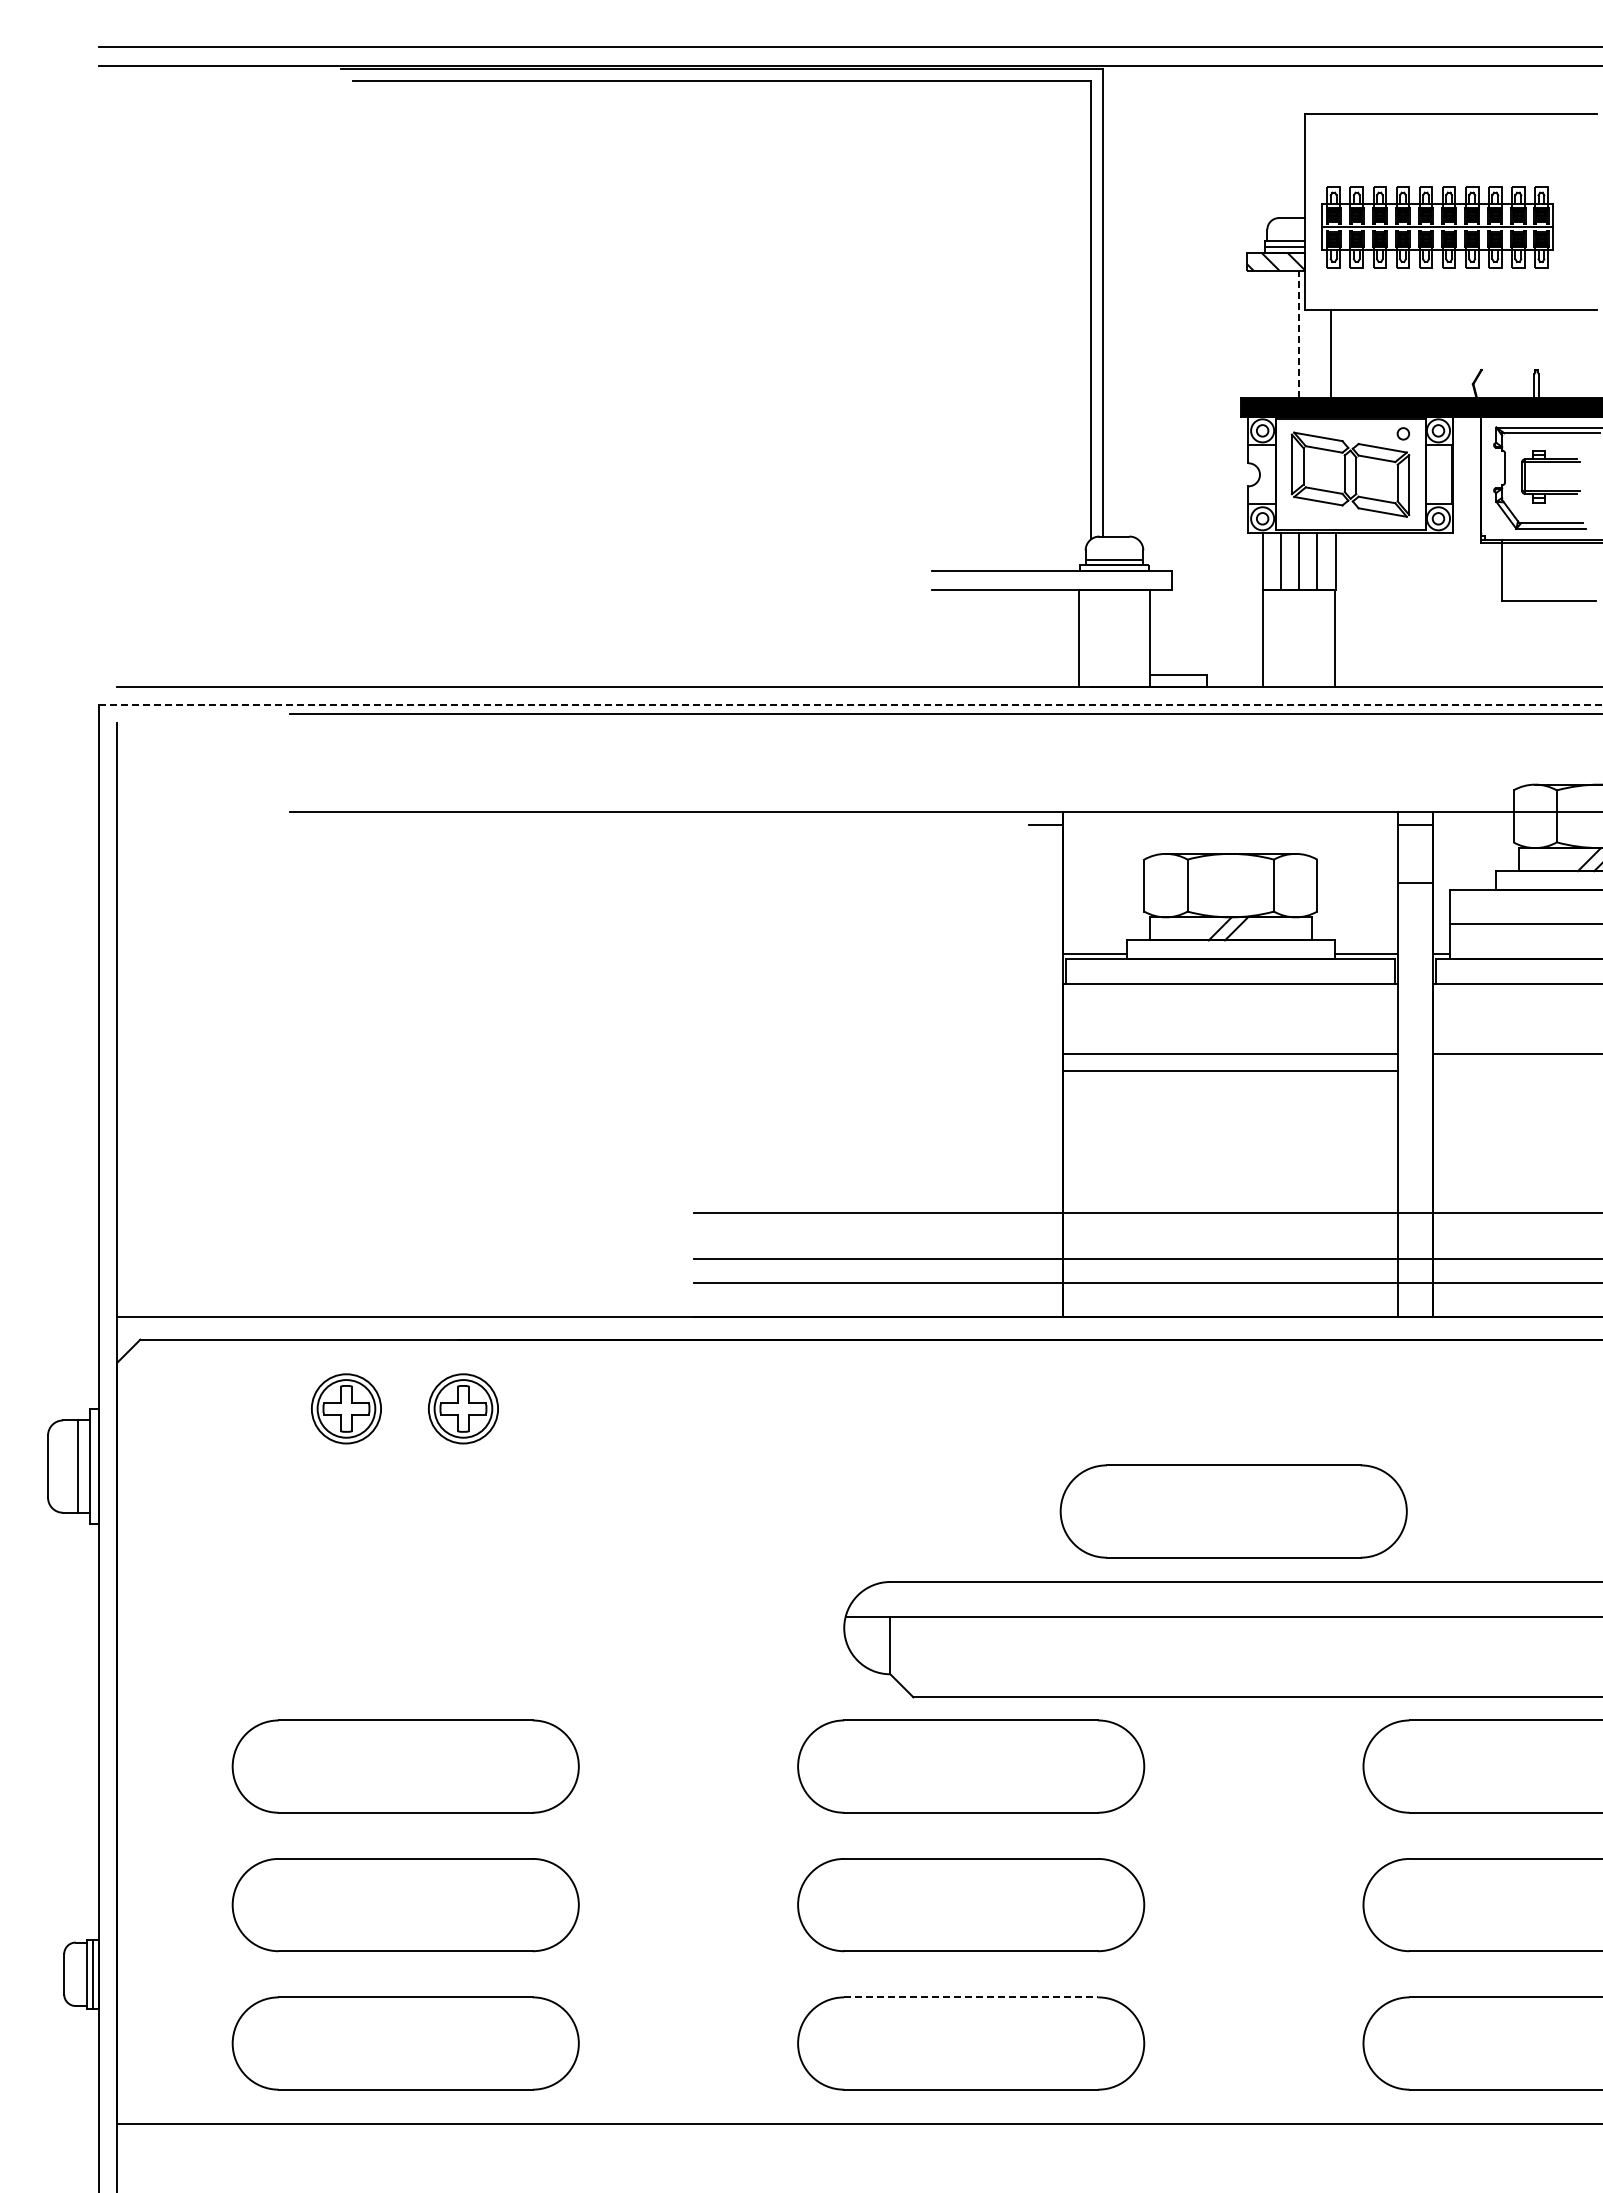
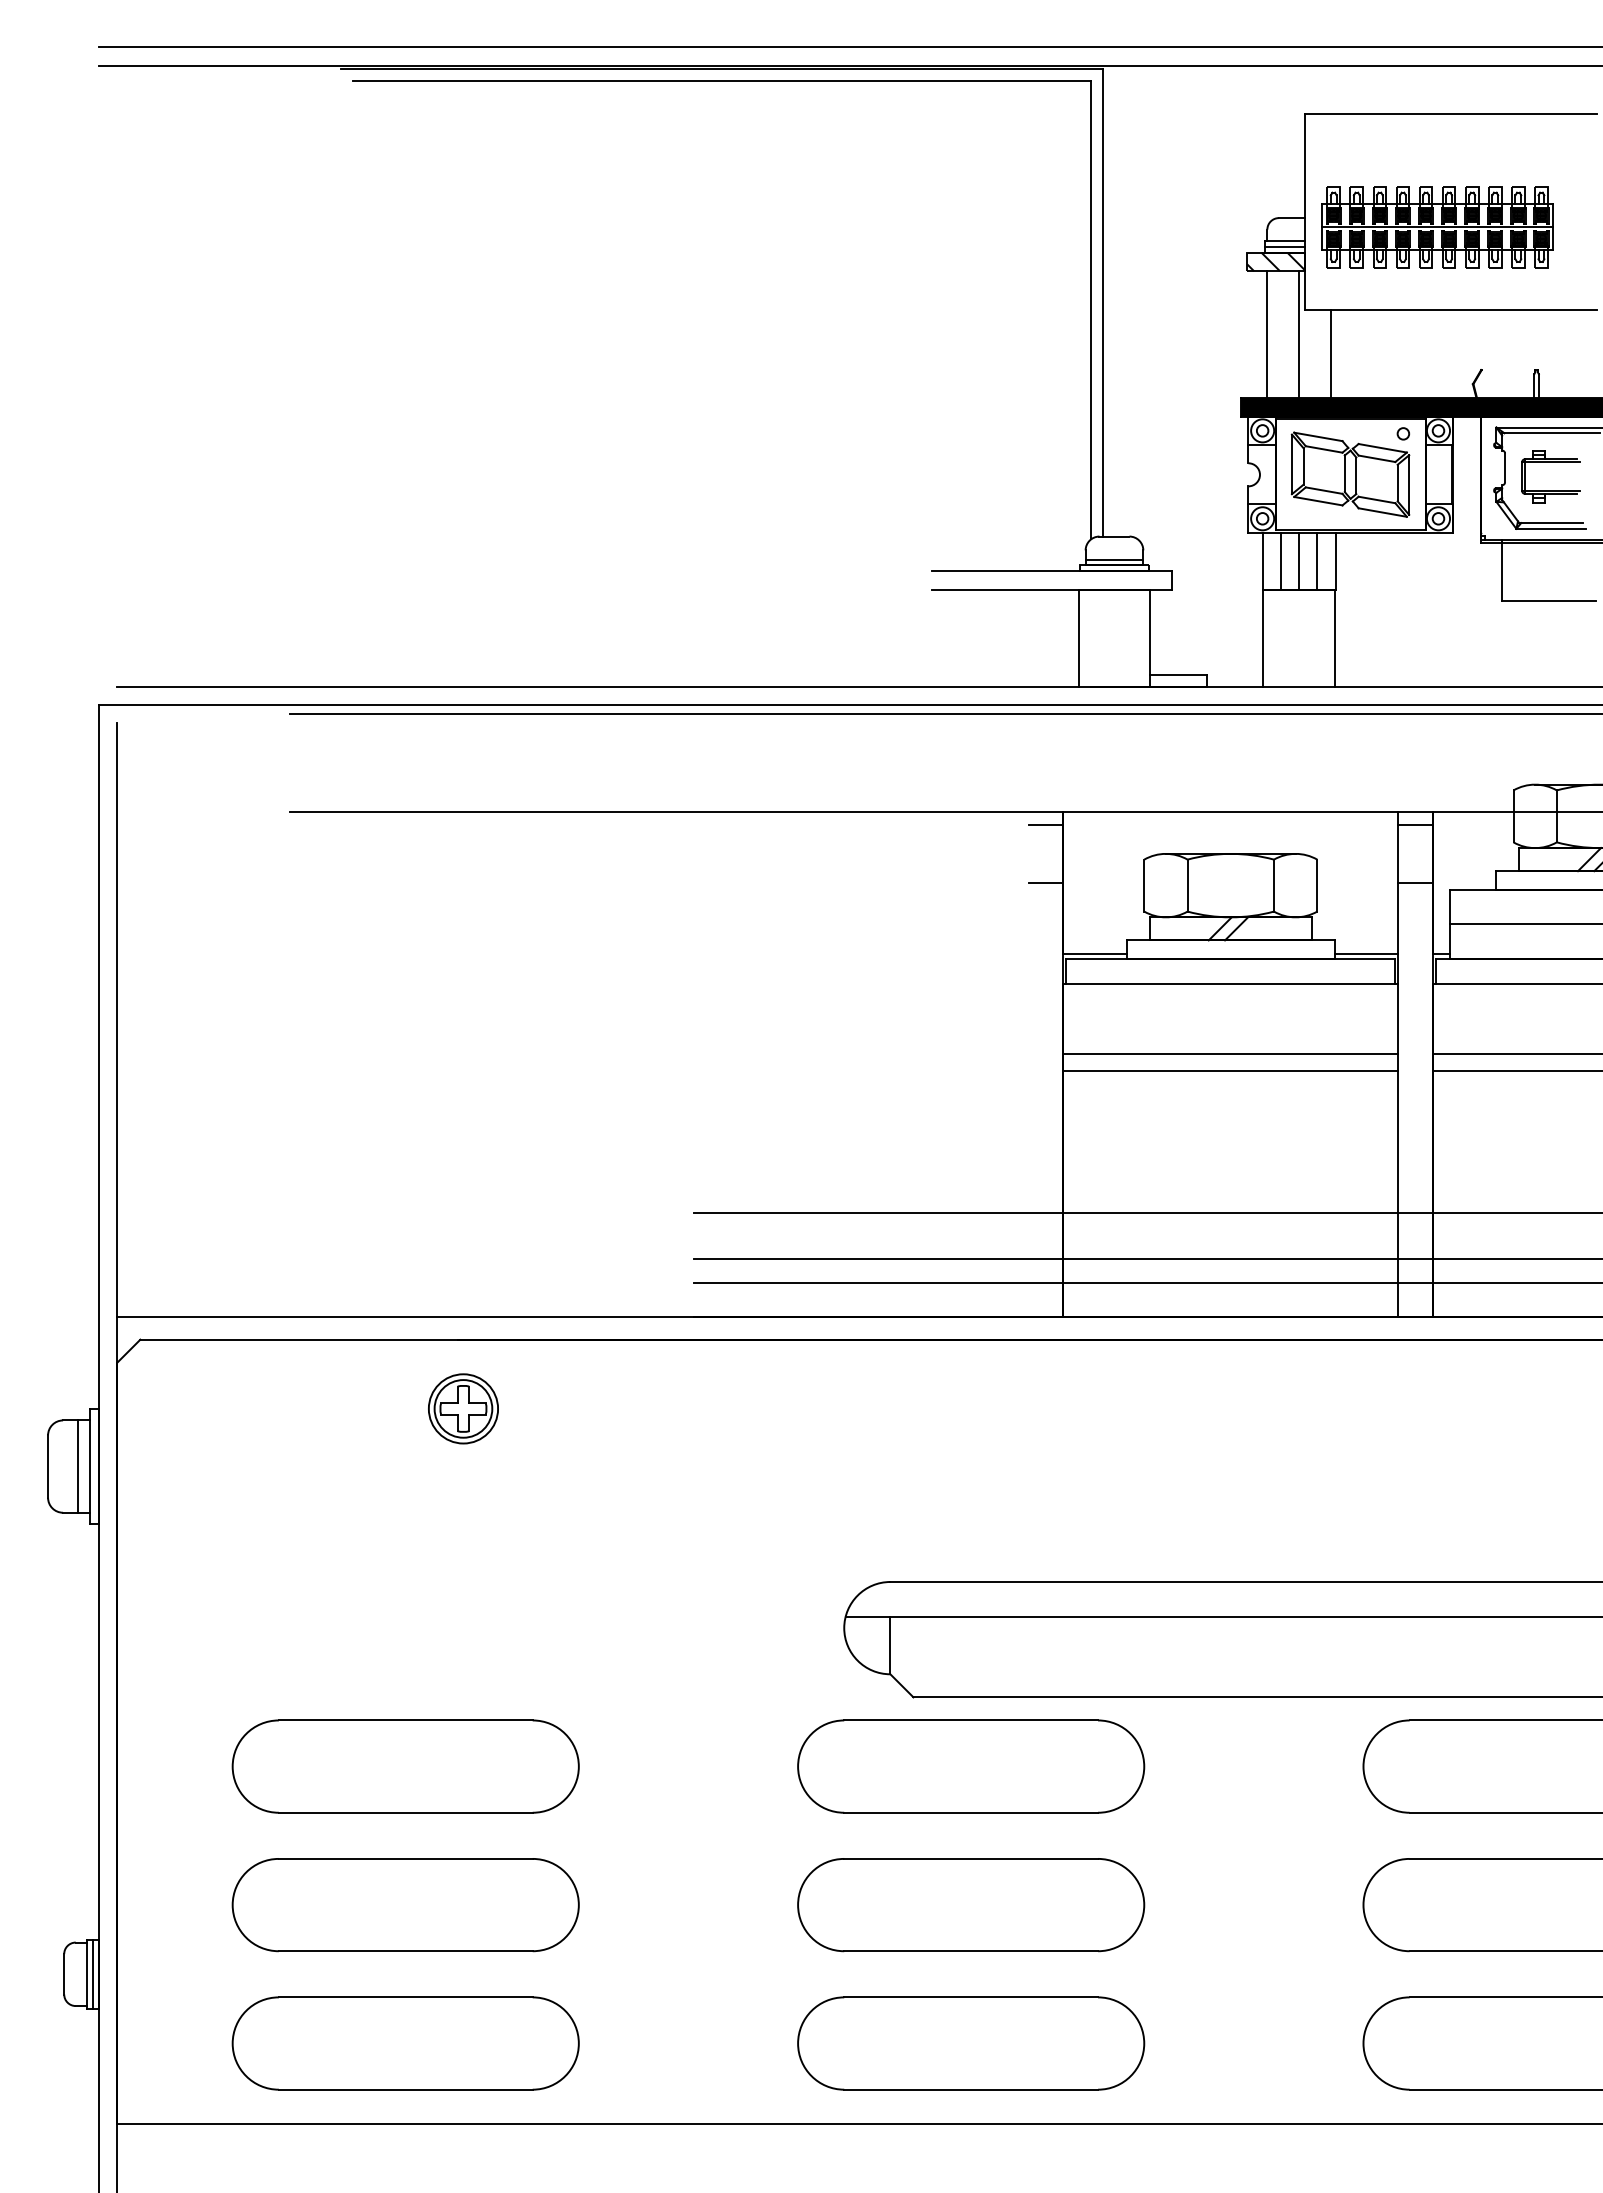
line at (1267, 334): none -> present
line at (1299, 334): dashed -> solid
line at (850, 705): dashed -> solid
line at (1045, 882): none -> present
line at (1515, 1070): none -> present
part at (346, 1408): present -> none
part at (1233, 1511): present -> none
line at (971, 1997): dashed -> solid
